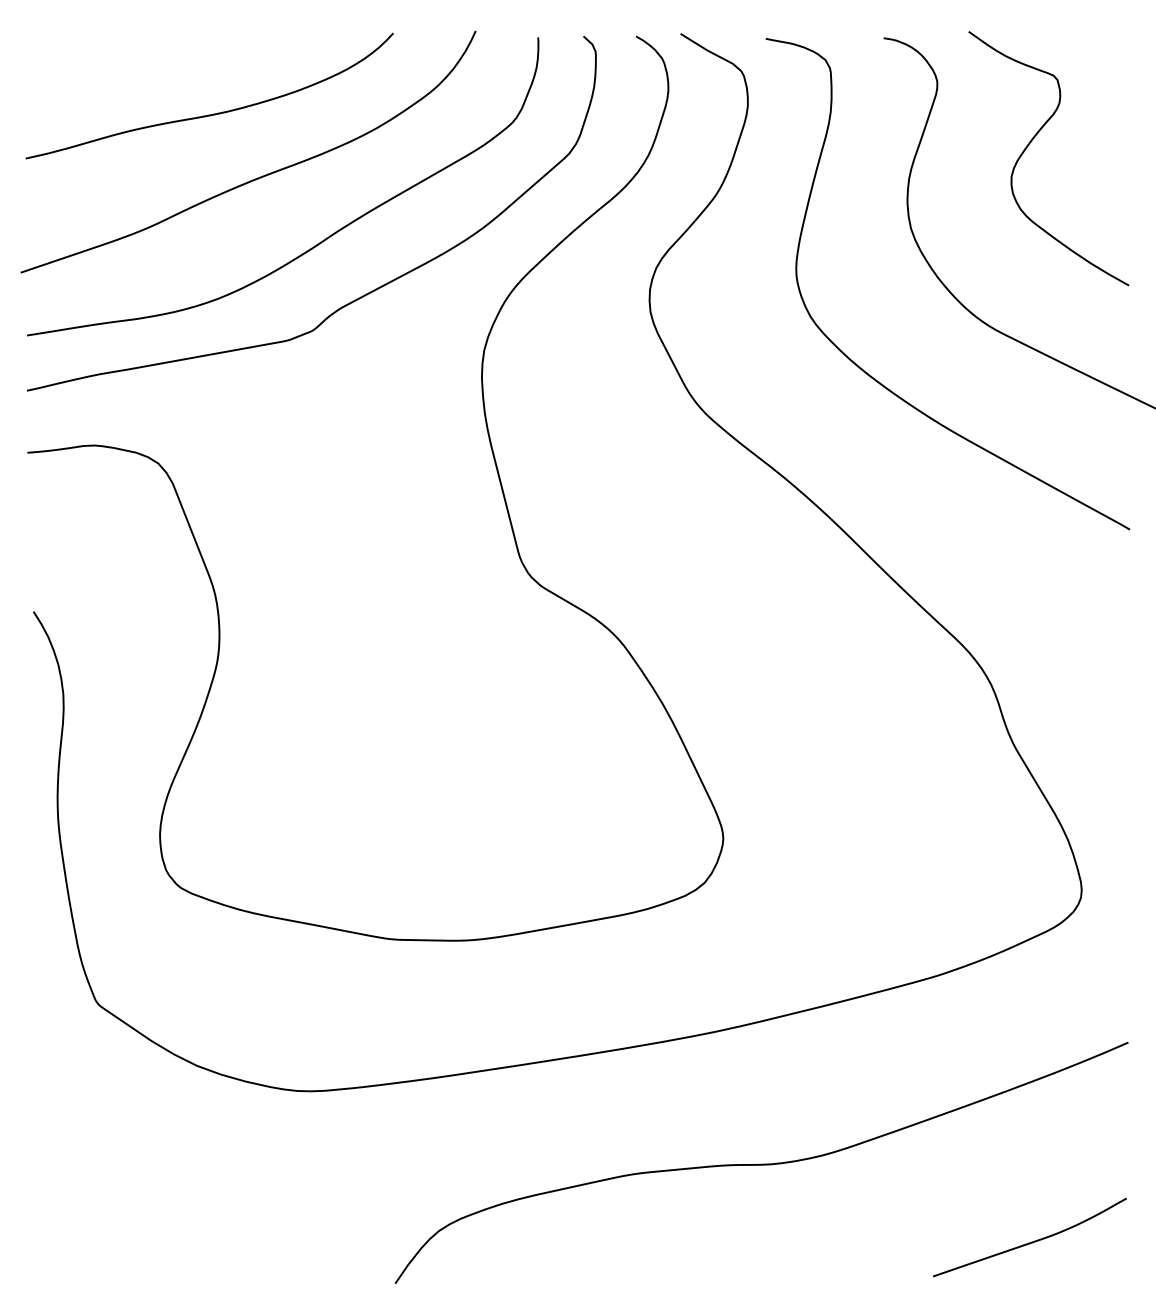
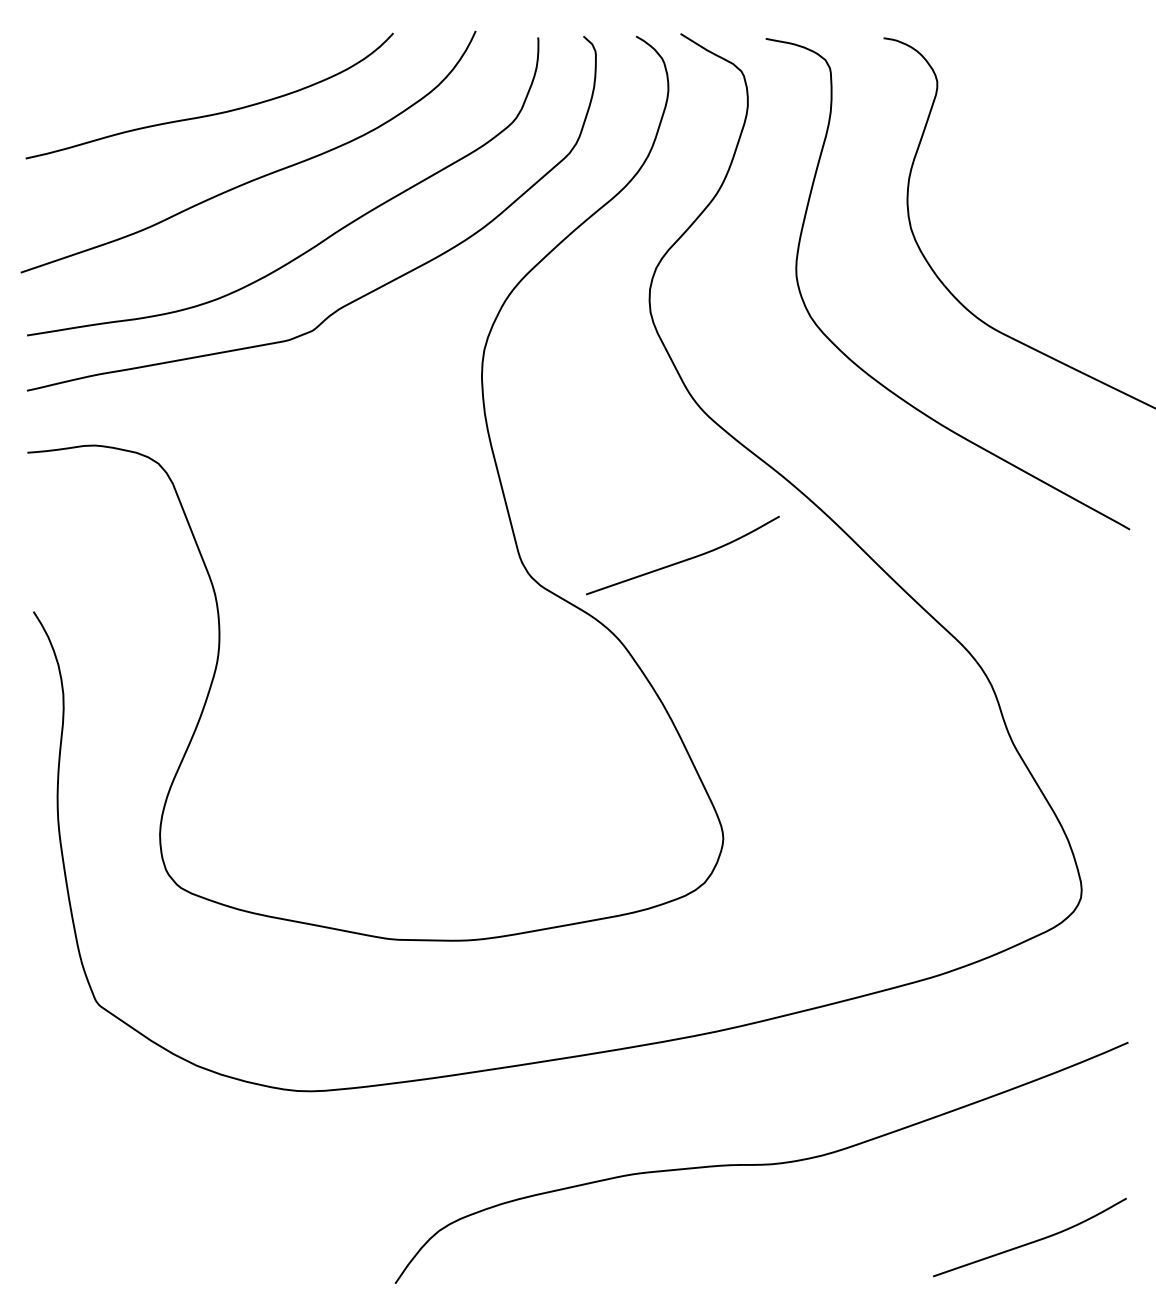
curve at (1029, 145): present -> none
curve at (684, 559): none -> present
